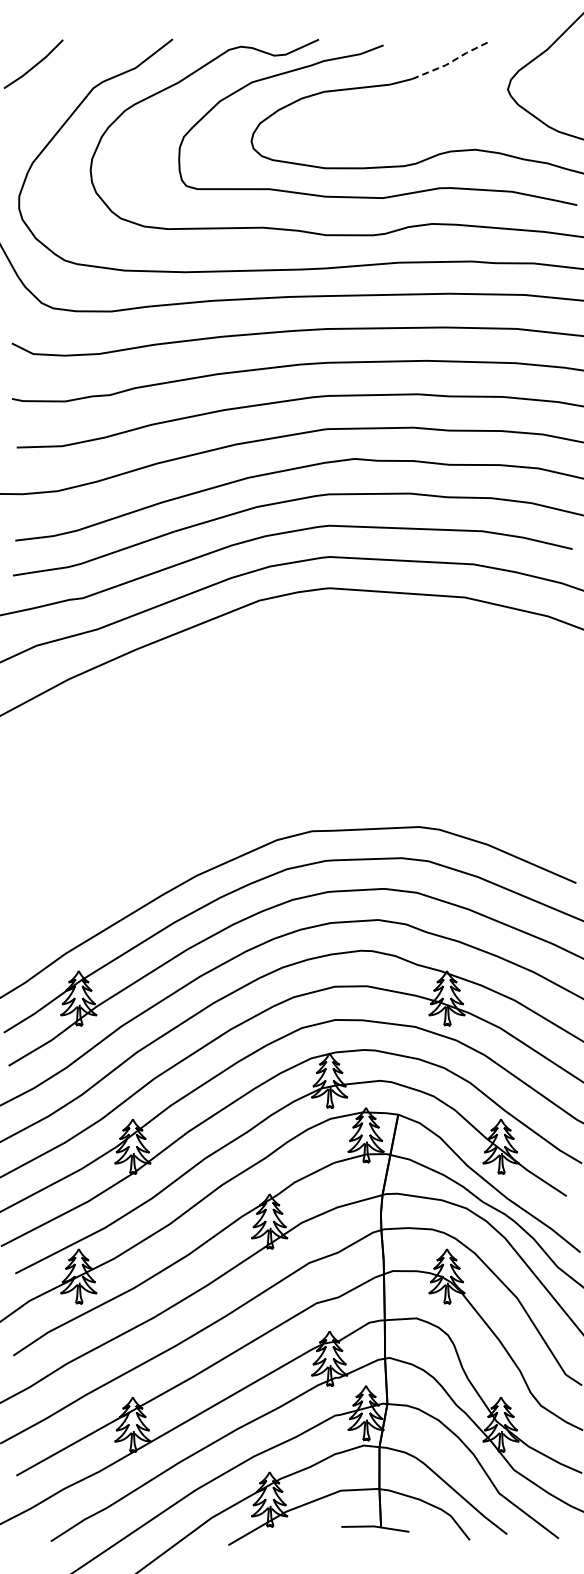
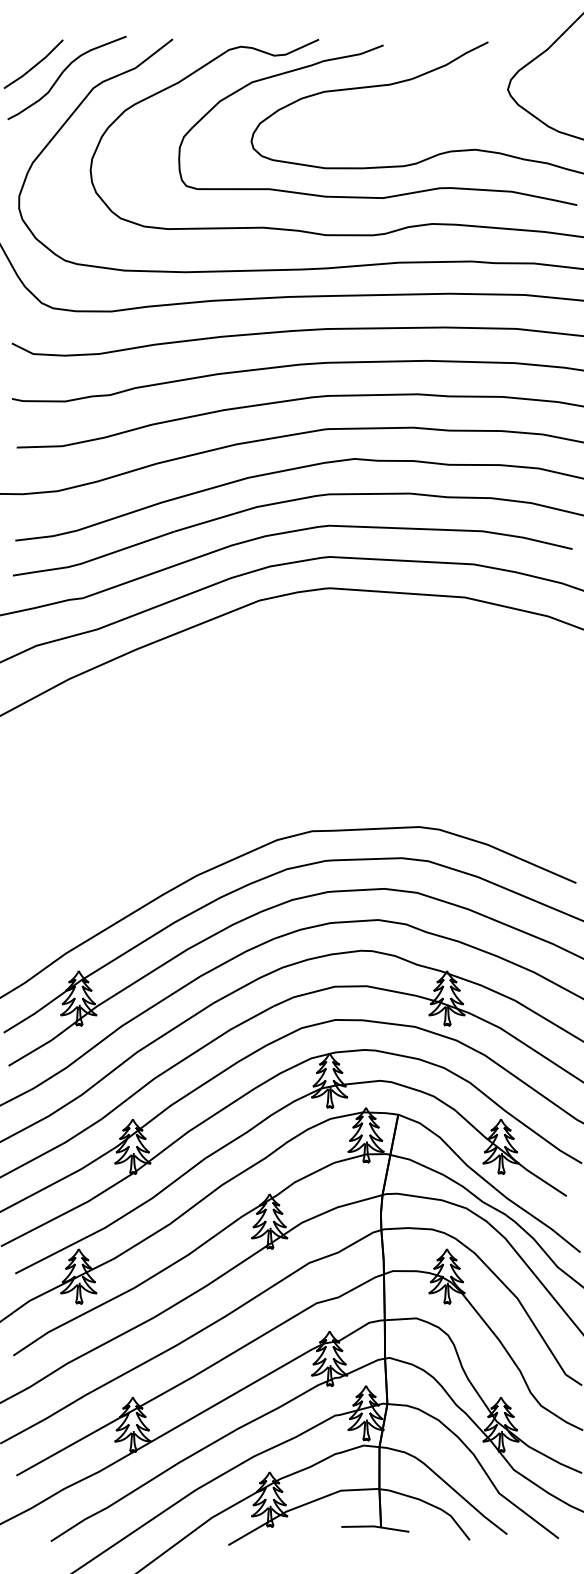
line at (451, 62): dashed -> solid
curve at (62, 74): none -> present
